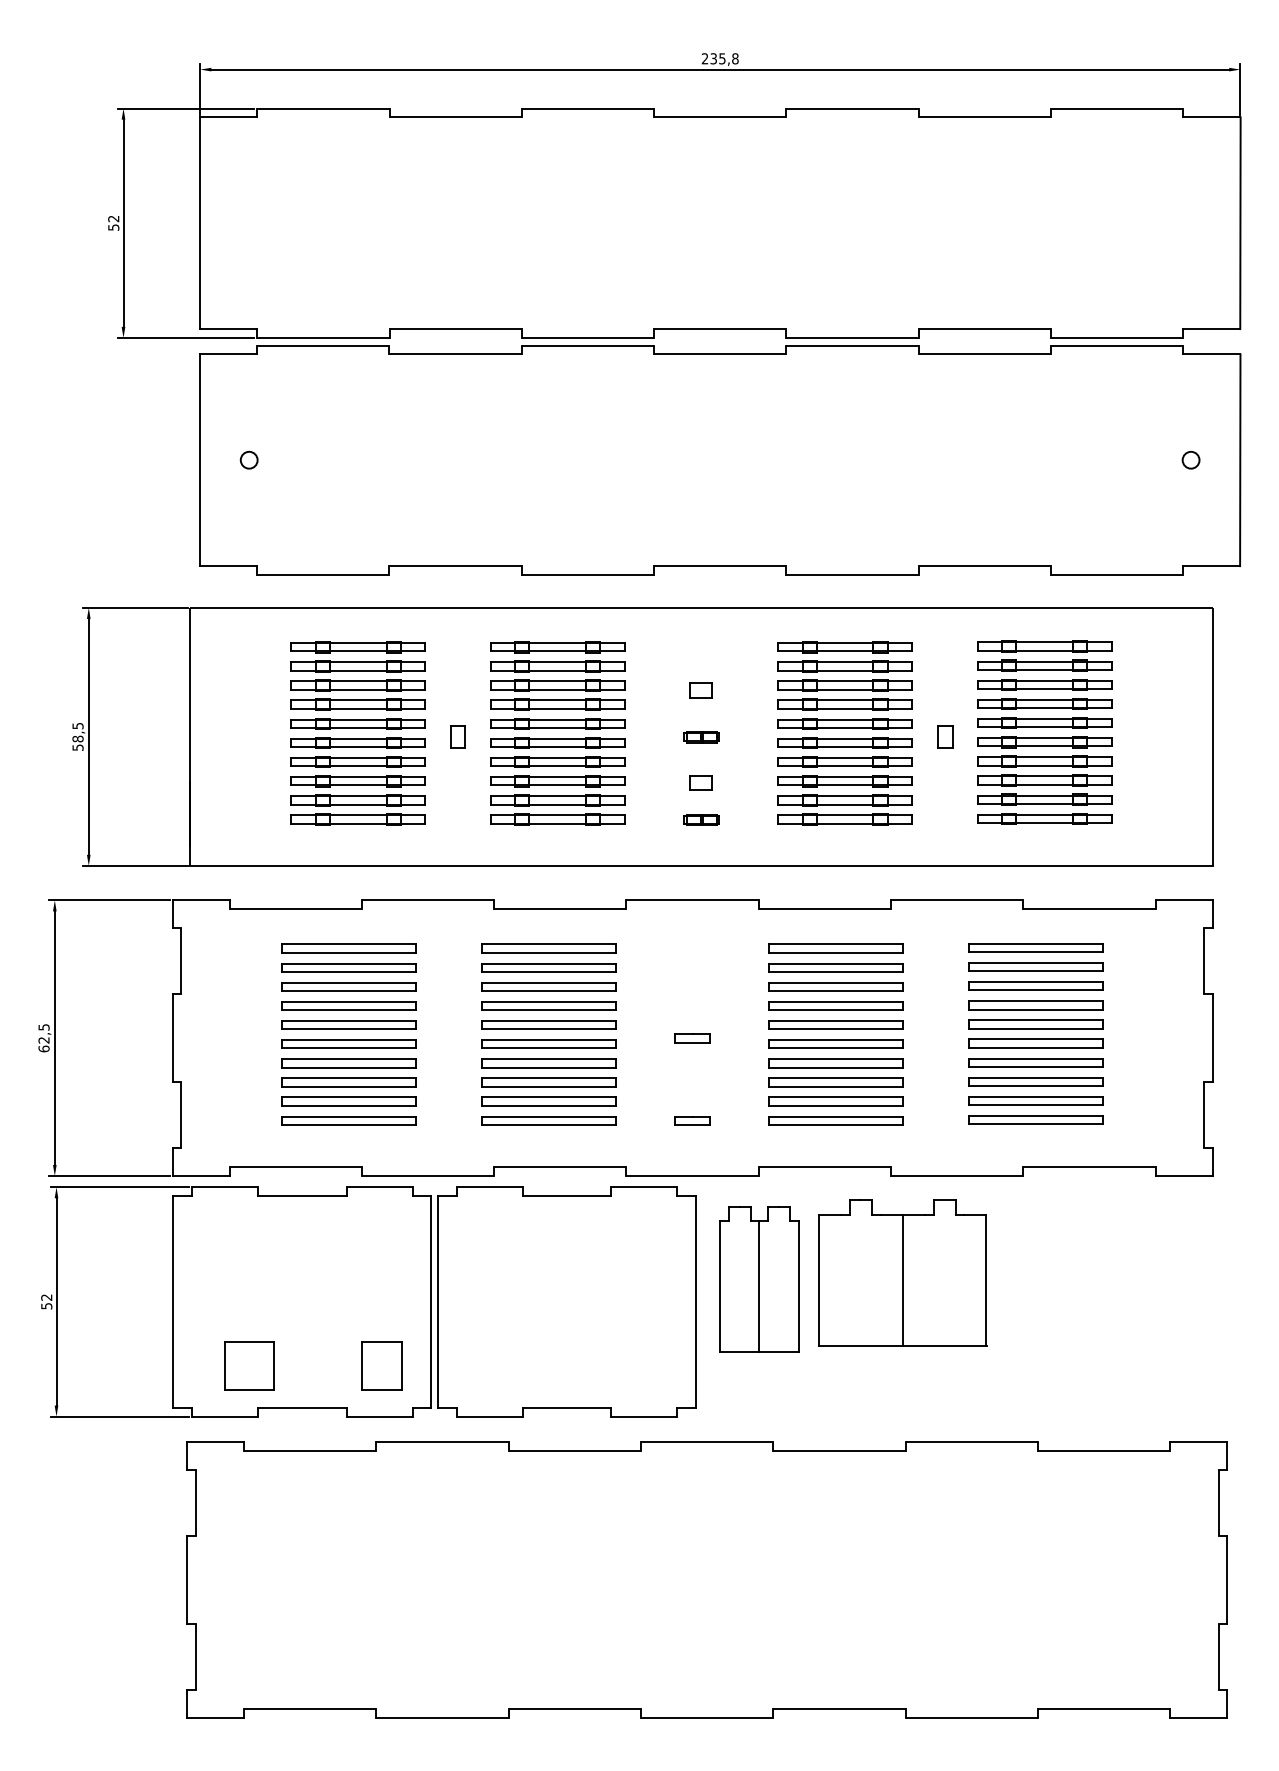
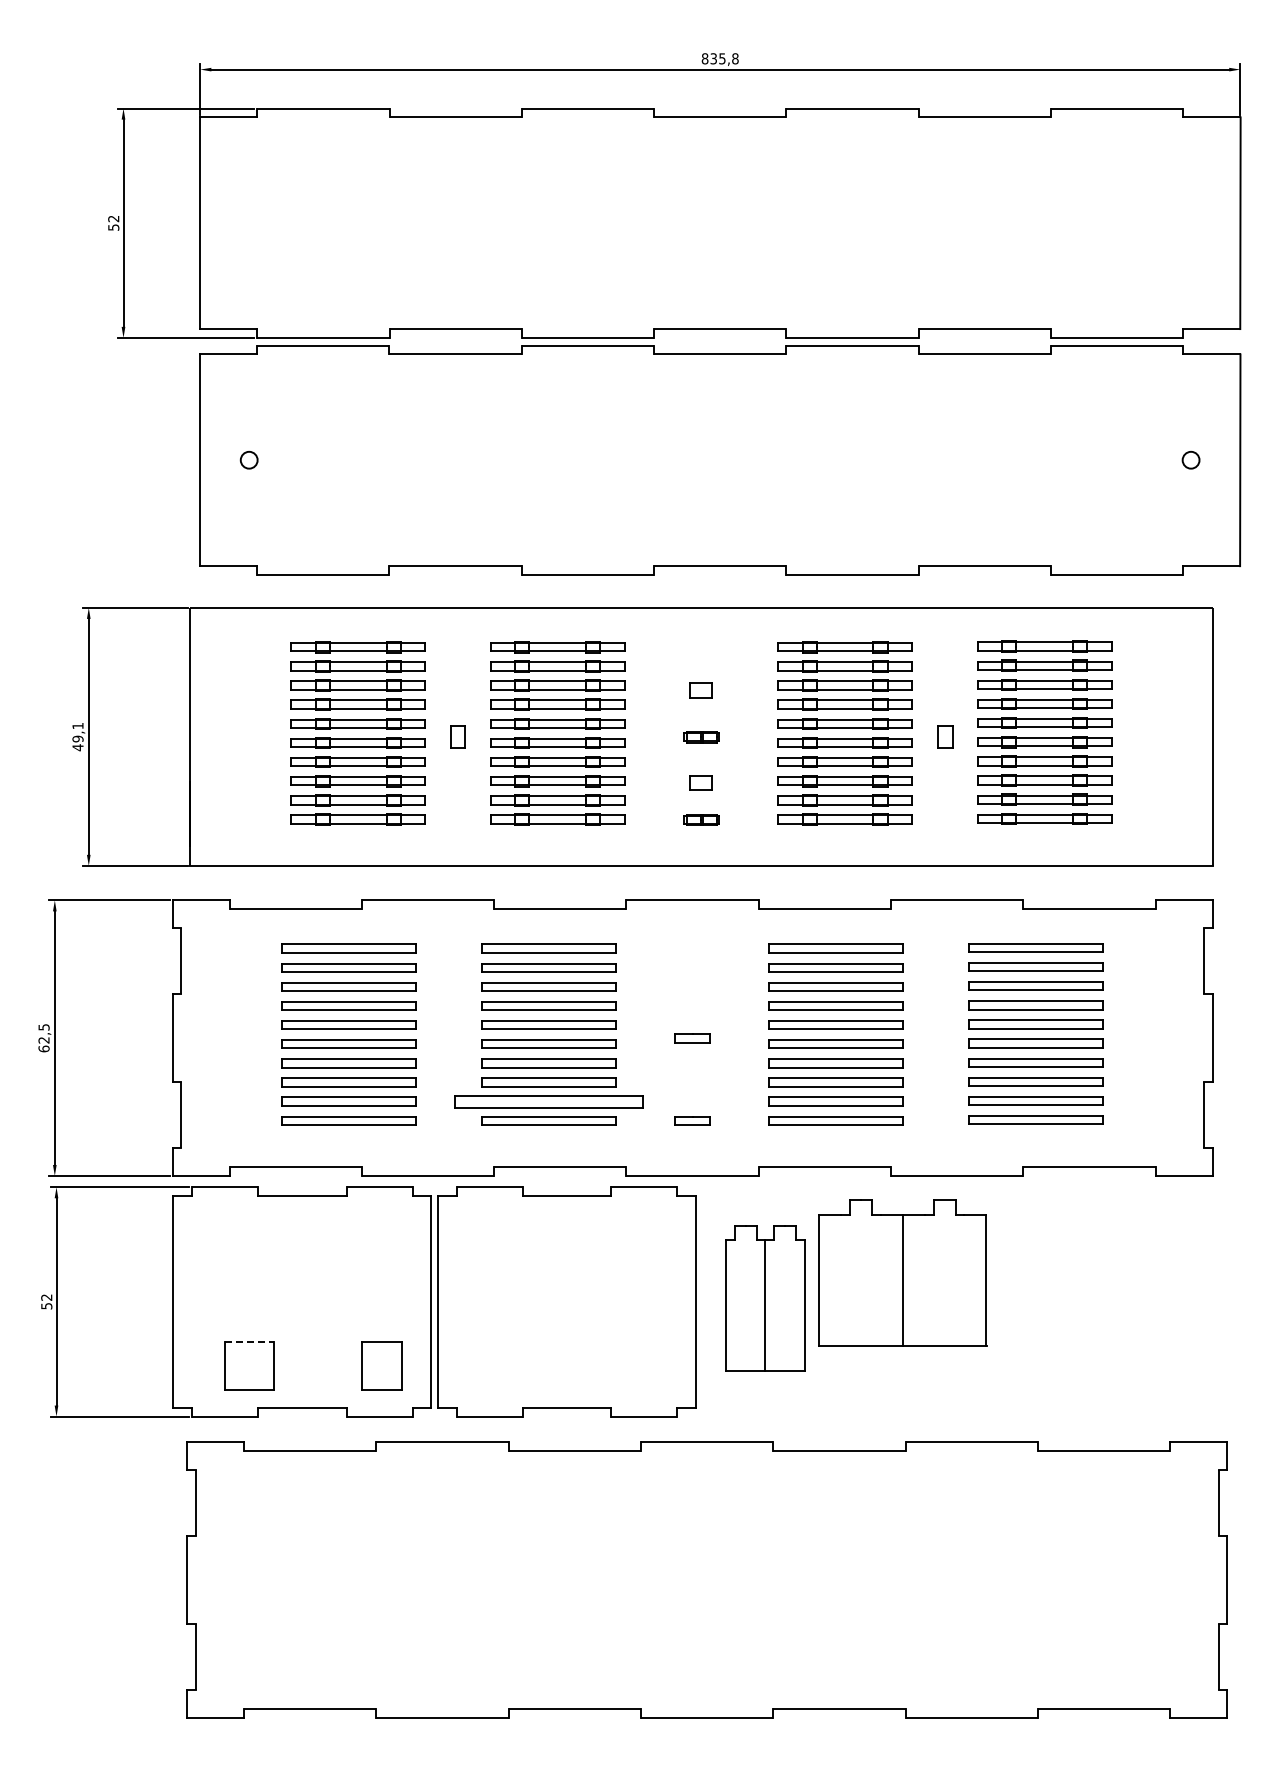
text at (704, 58): 235,8 -> 835,8
text at (77, 737): 58,5 -> 49,1
part at (548, 1101) size: 136x11 px -> 190x14 px
part at (759, 1279) position: (759, 1279) -> (765, 1298)
line at (250, 1341): solid -> dashed
